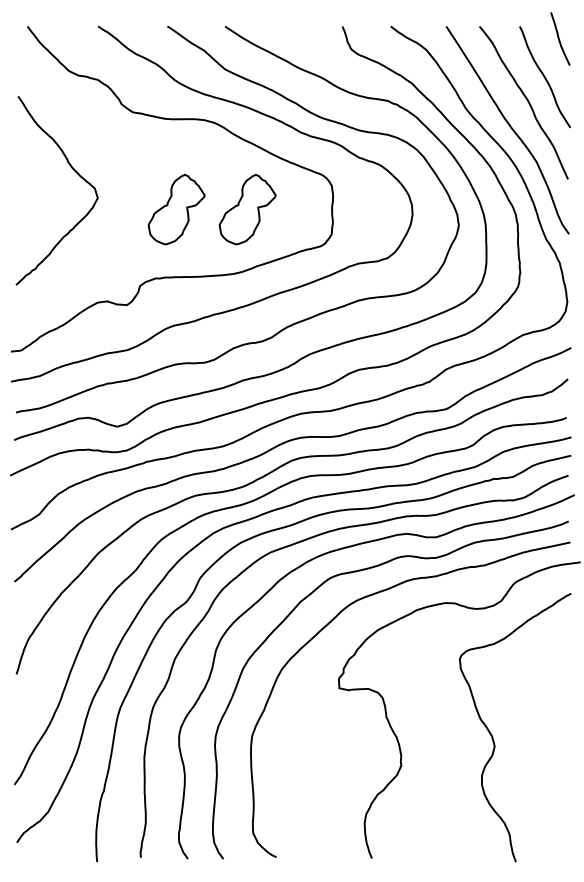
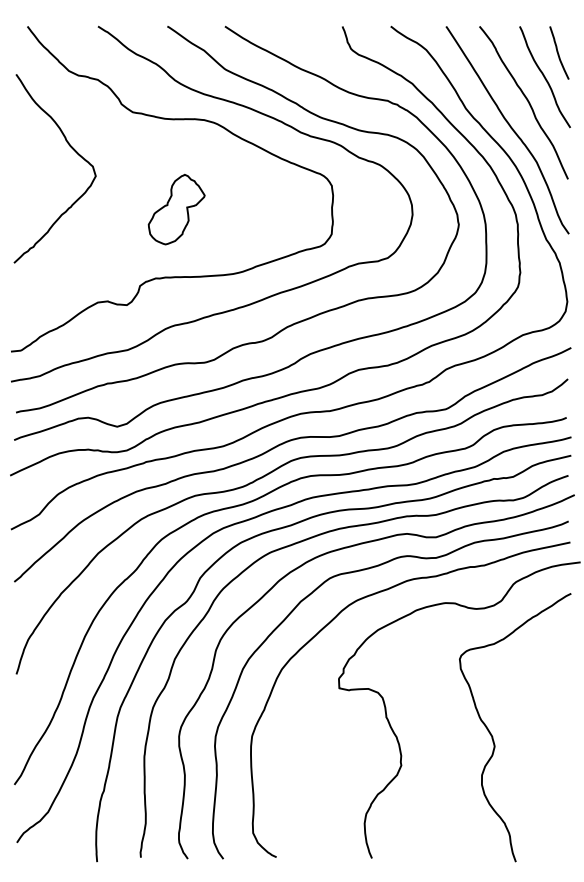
curve at (559, 38) position: (559, 38) -> (558, 52)
curve at (74, 171) position: (74, 171) -> (72, 149)
part at (247, 209): present -> none
